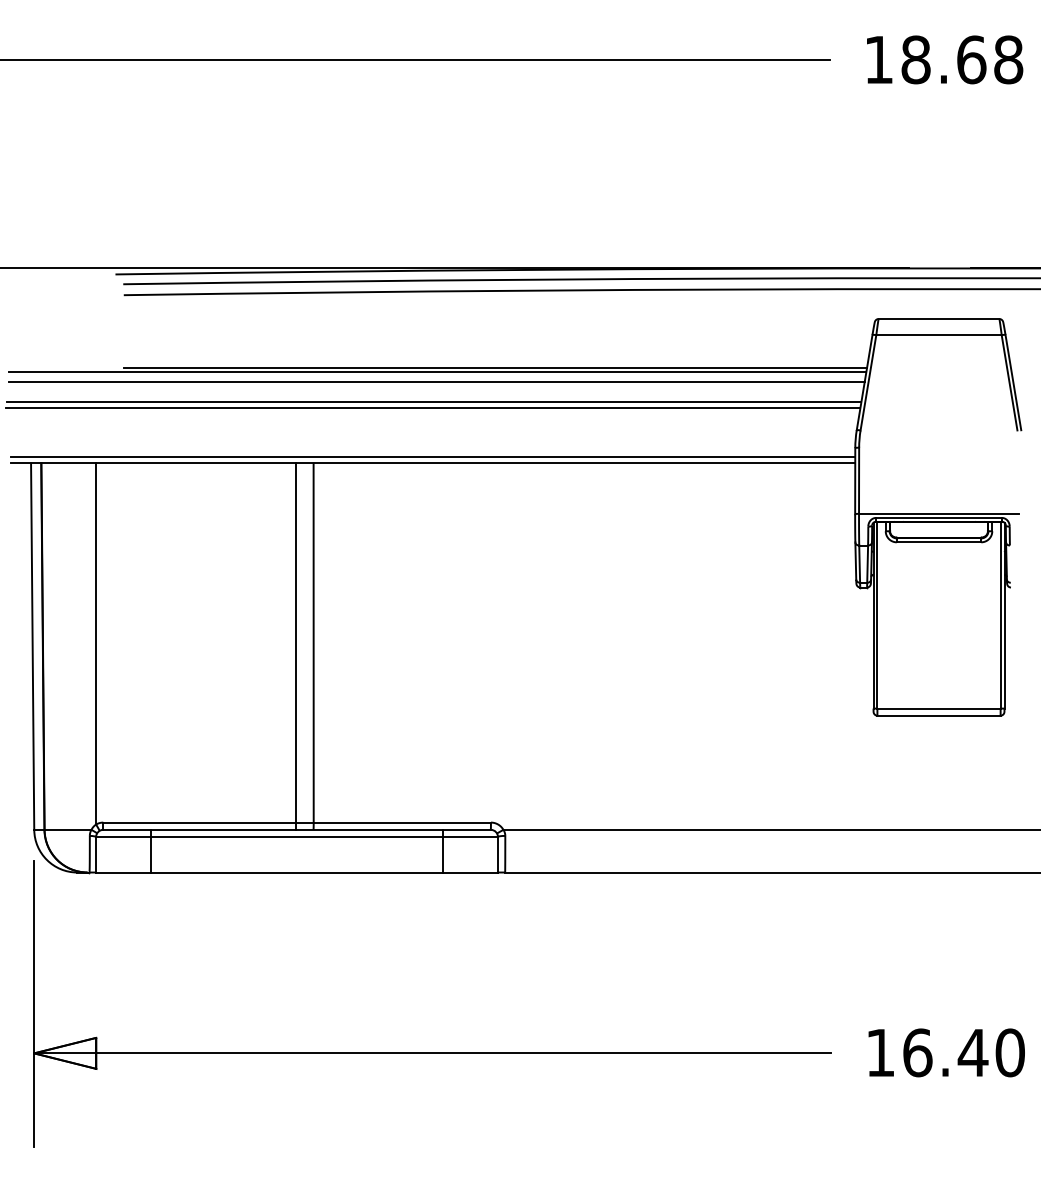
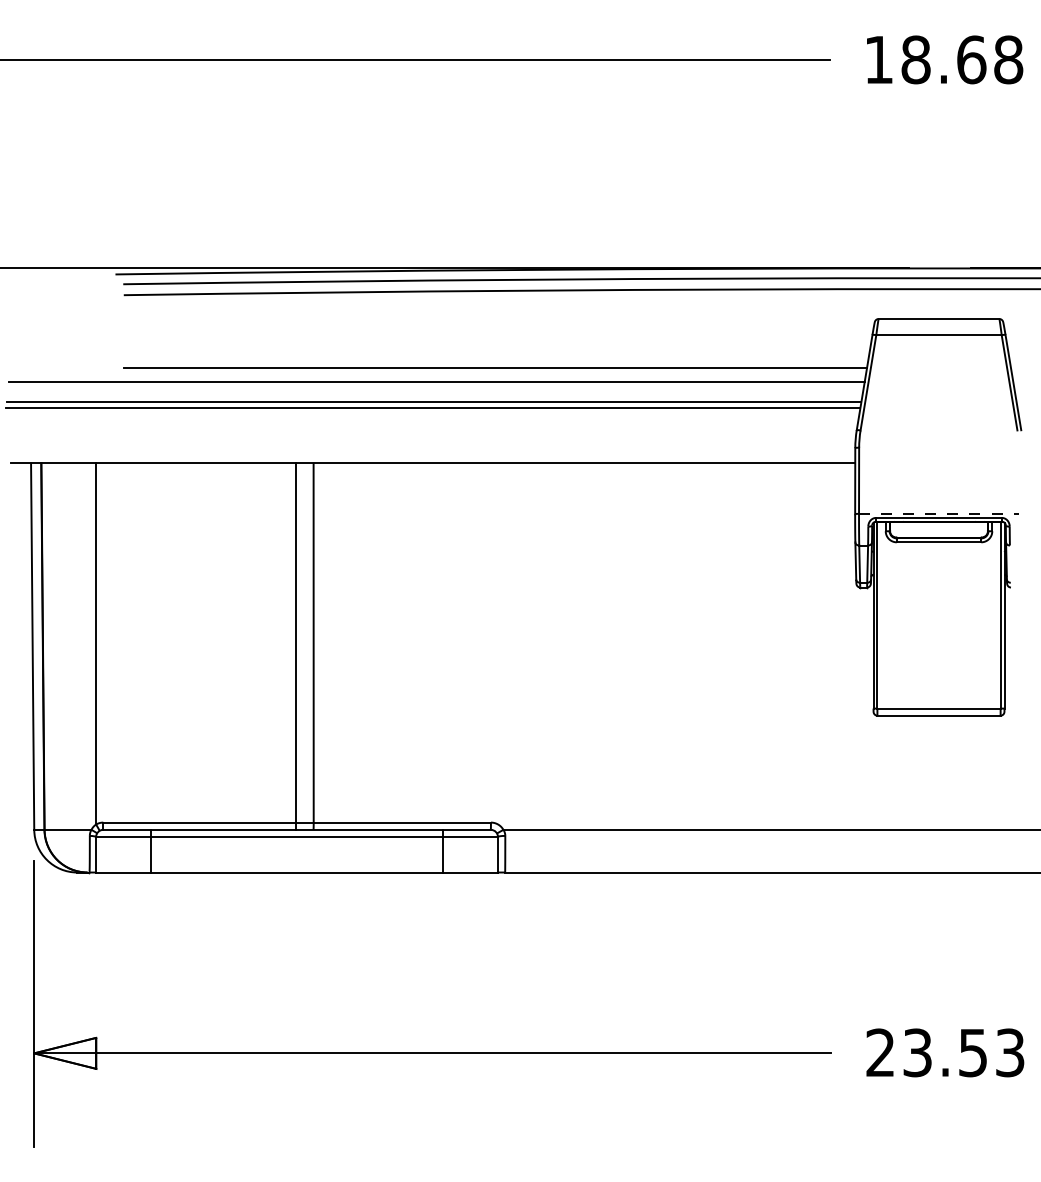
line at (437, 372): present -> none
line at (432, 456): present -> none
line at (939, 513): solid -> dashed
text at (945, 1052): 16.40 -> 23.53
